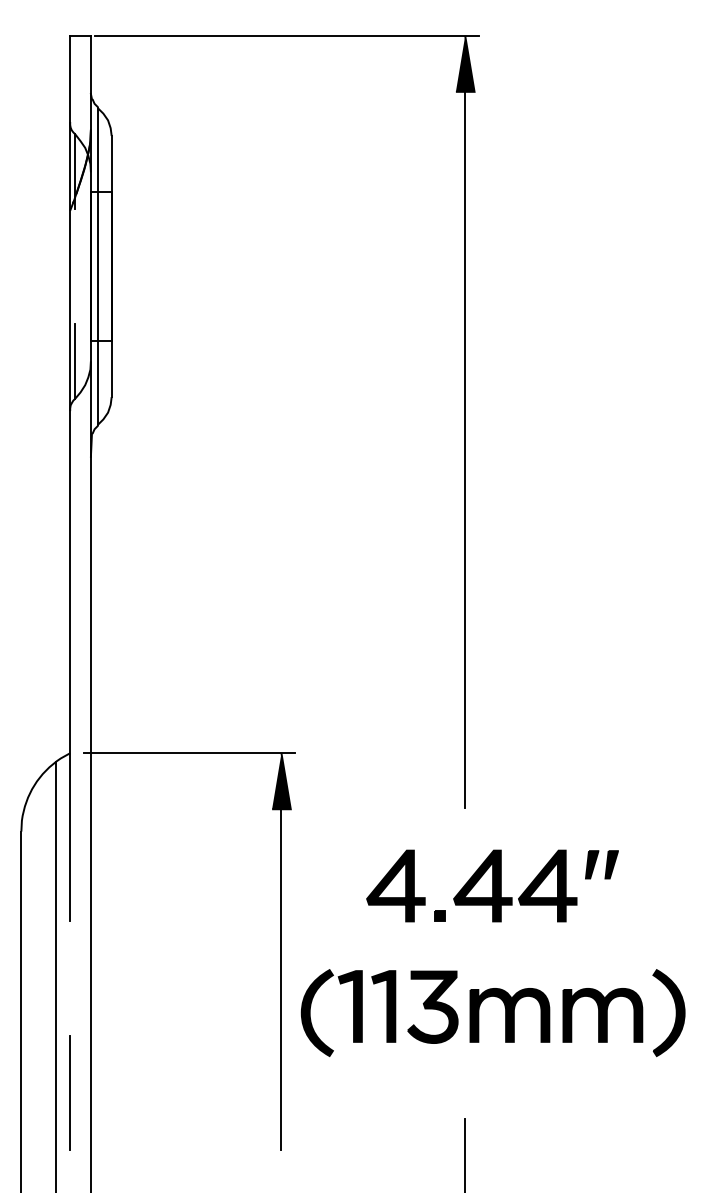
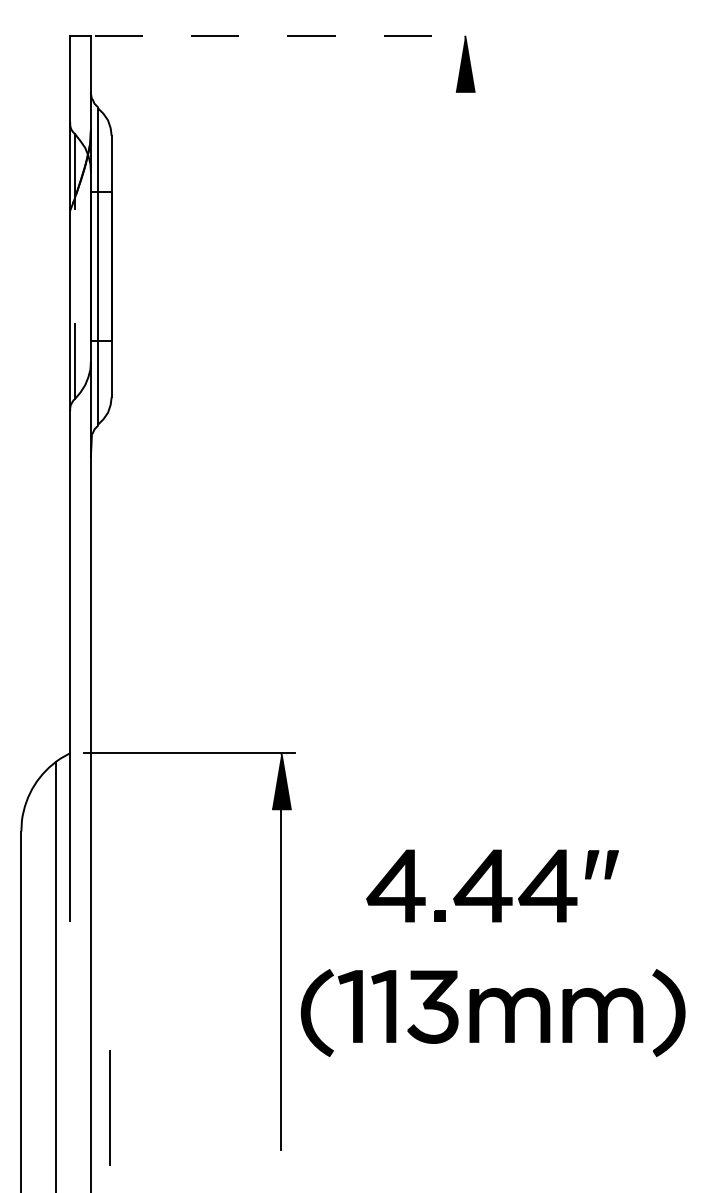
line at (287, 35): solid -> dashed
line at (465, 449): present -> none
line at (69, 1092) position: (69, 1092) -> (109, 1107)
line at (465, 1153): present -> none
